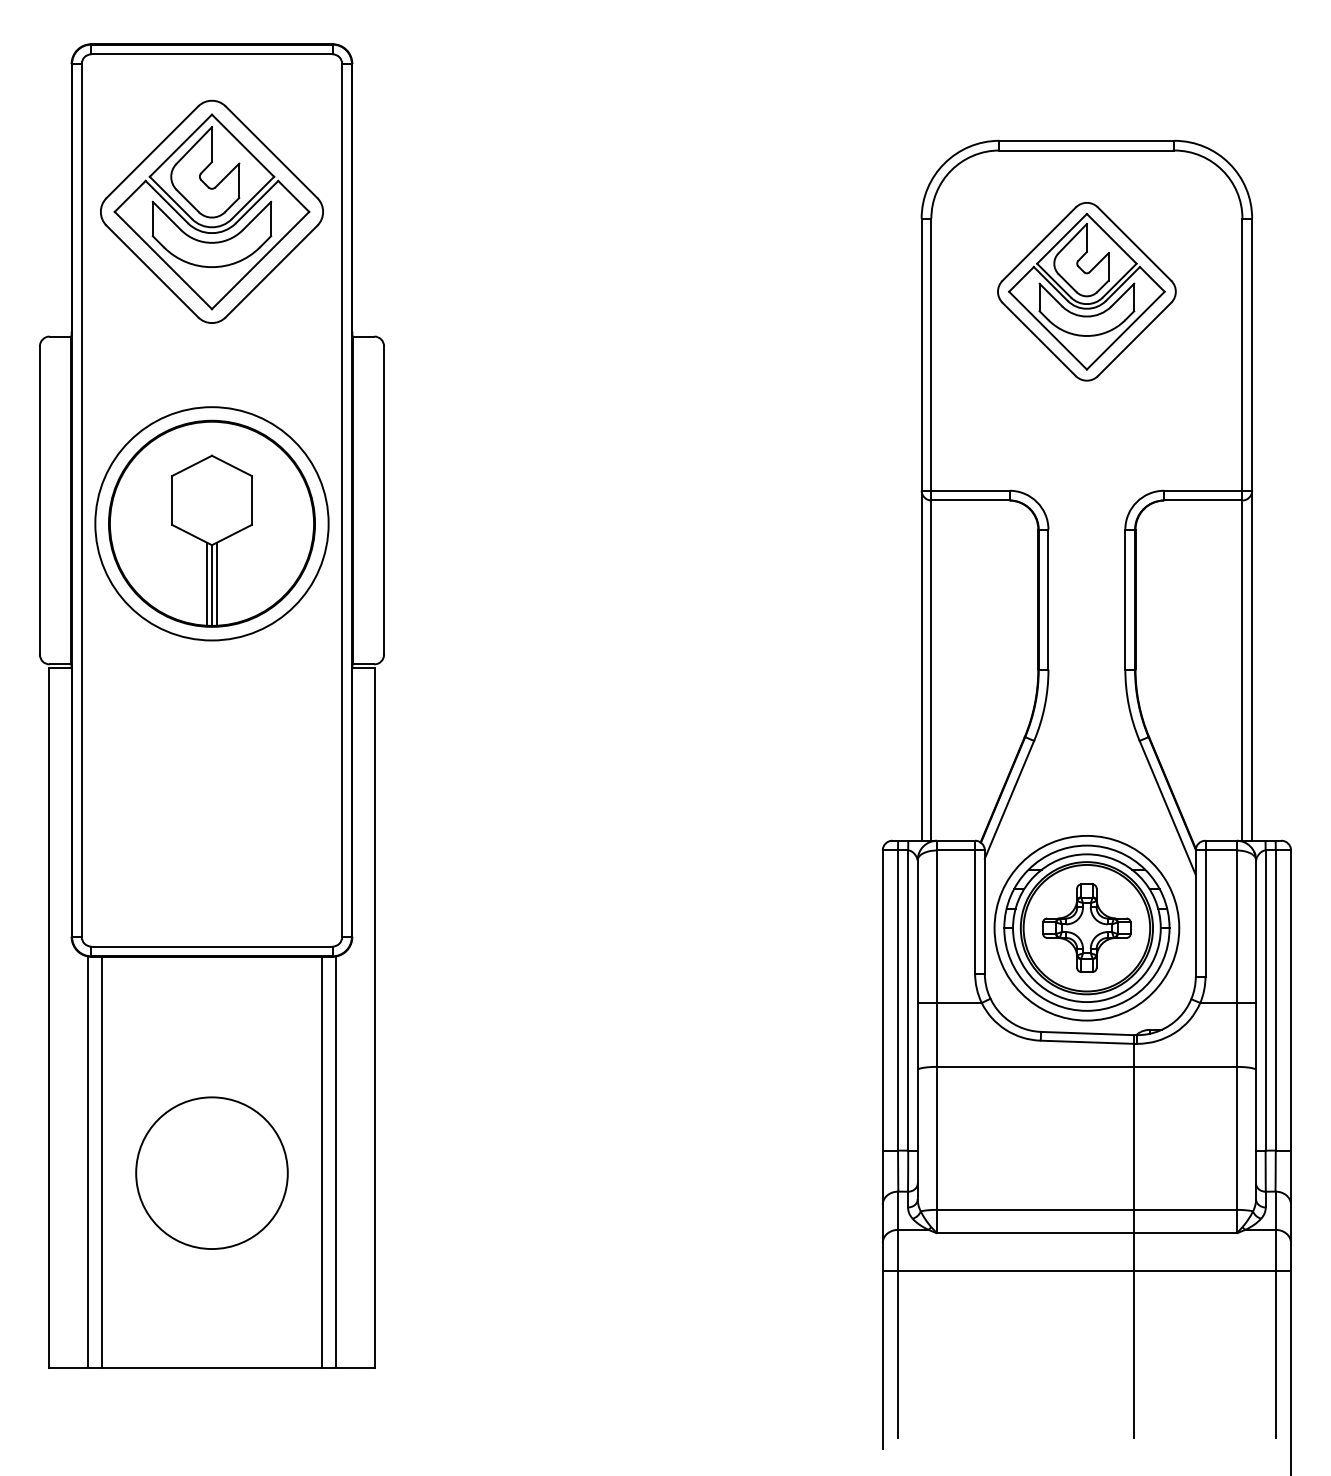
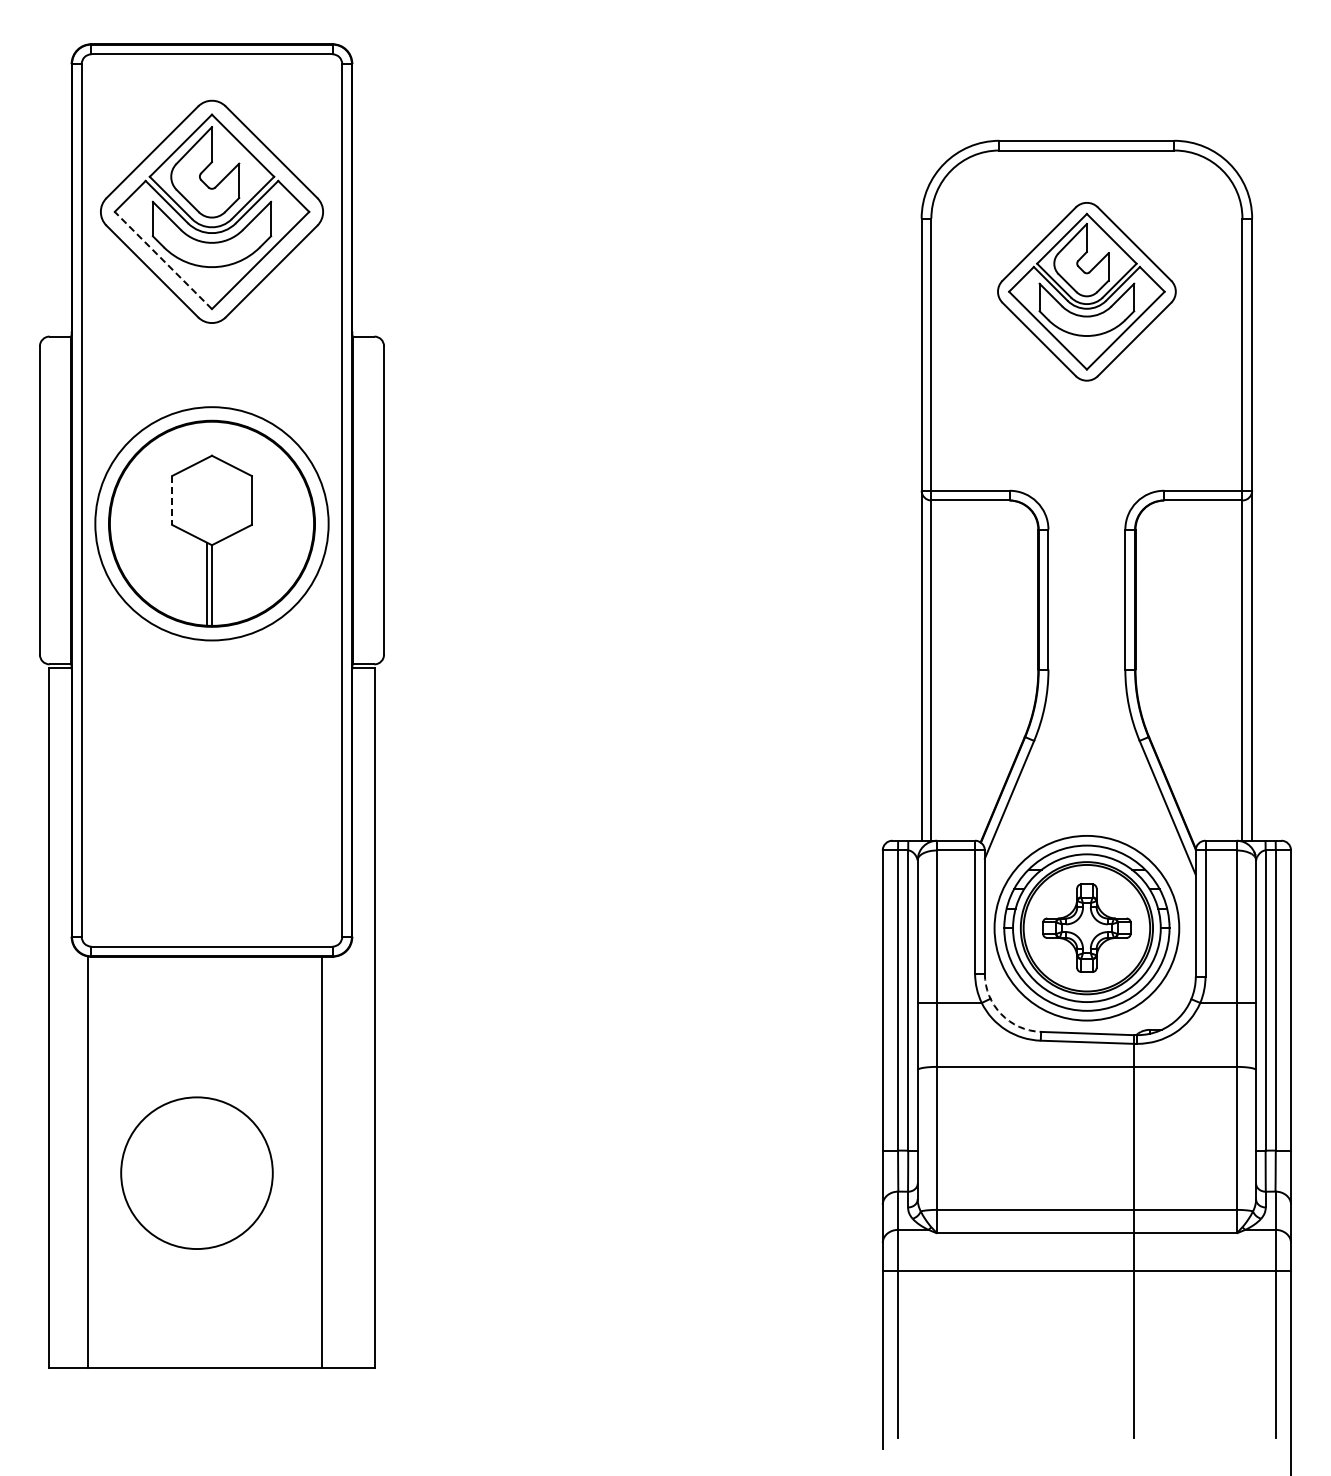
line at (163, 260): solid -> dashed
line at (172, 500): solid -> dashed
line at (216, 583): present -> none
arc at (1001, 1014): solid -> dashed
line at (102, 1161): present -> none
line at (336, 1161): present -> none
circle at (211, 1172) position: (211, 1172) -> (196, 1172)
